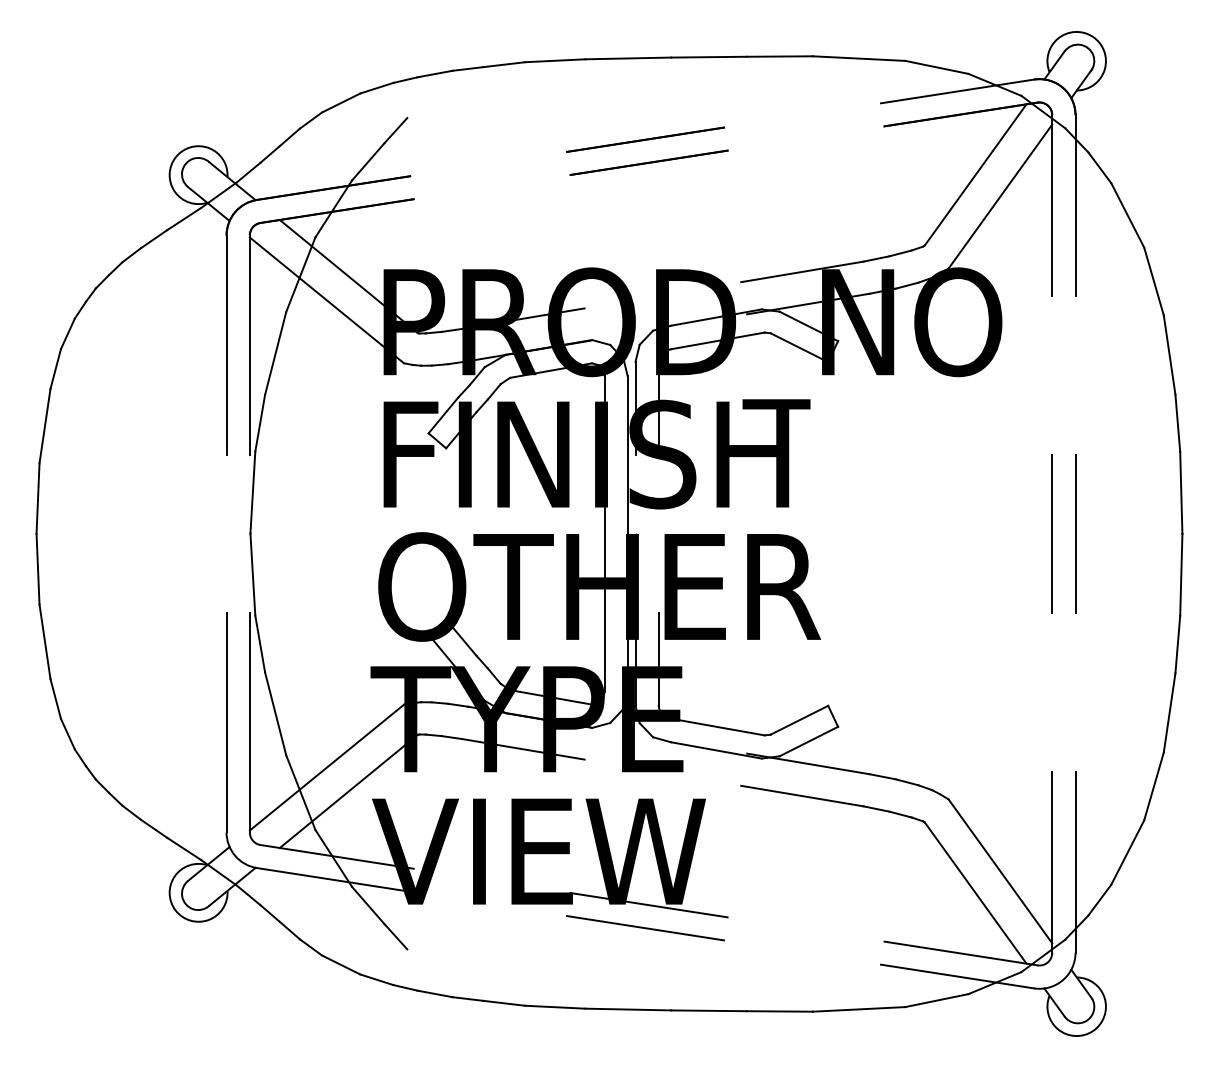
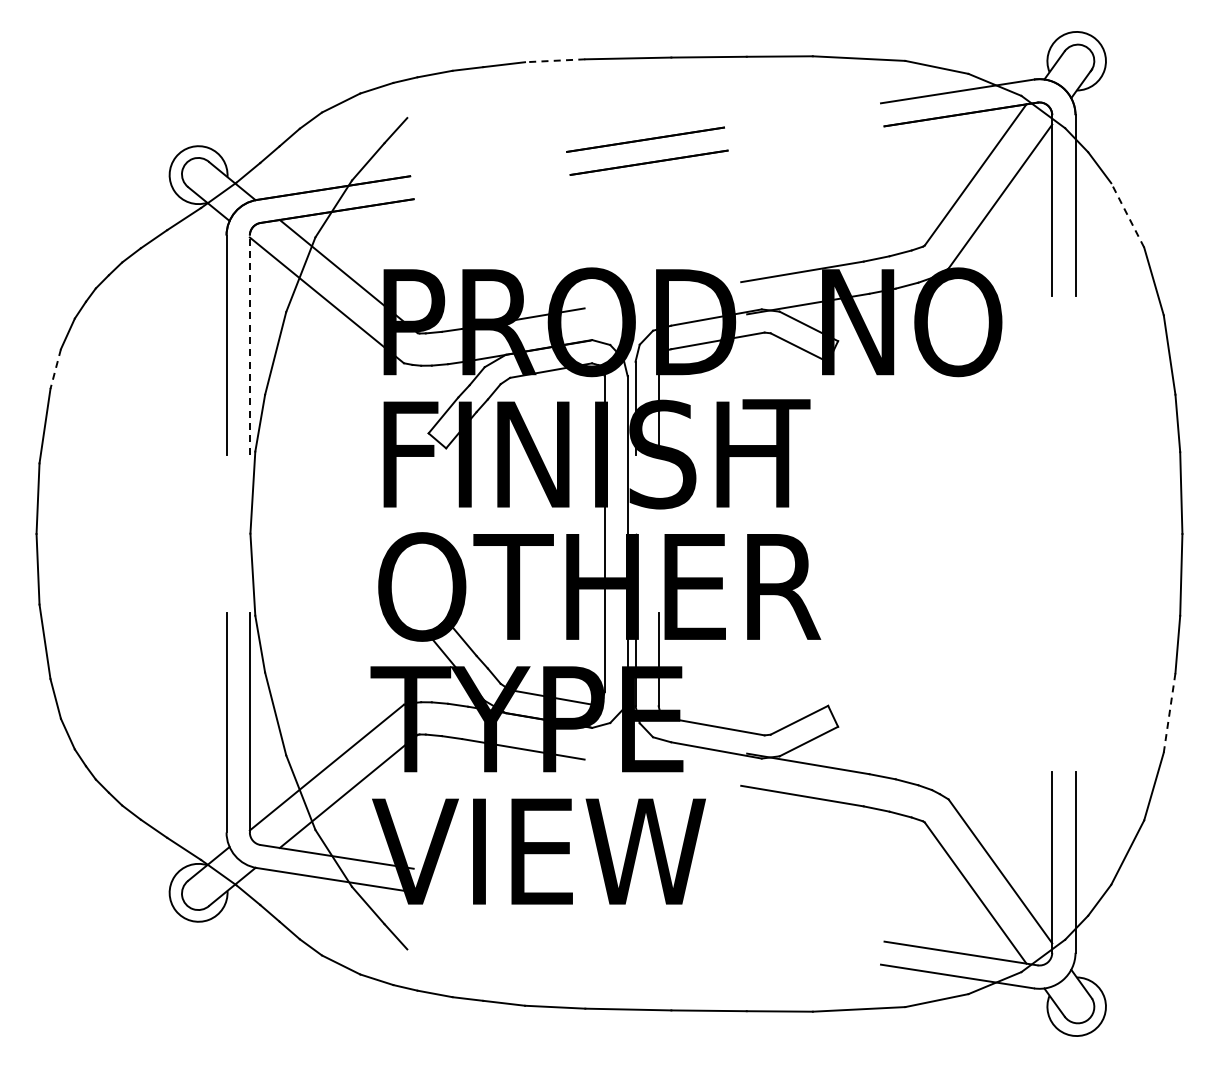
line at (554, 60): solid -> dashed
line at (1127, 214): solid -> dashed
line at (249, 345): solid -> dashed
line at (55, 369): solid -> dashed
line at (1052, 533): present -> none
line at (1075, 533): present -> none
line at (1169, 713): solid -> dashed
line at (648, 905): present -> none
line at (645, 928): present -> none
